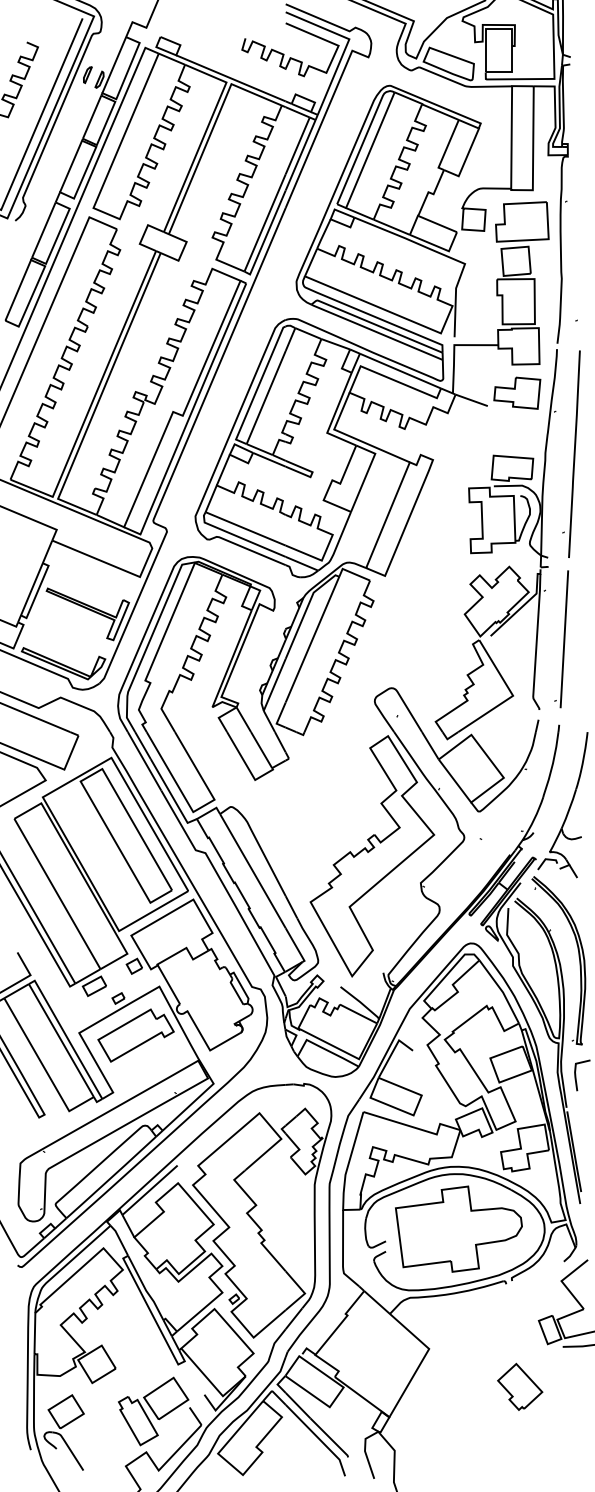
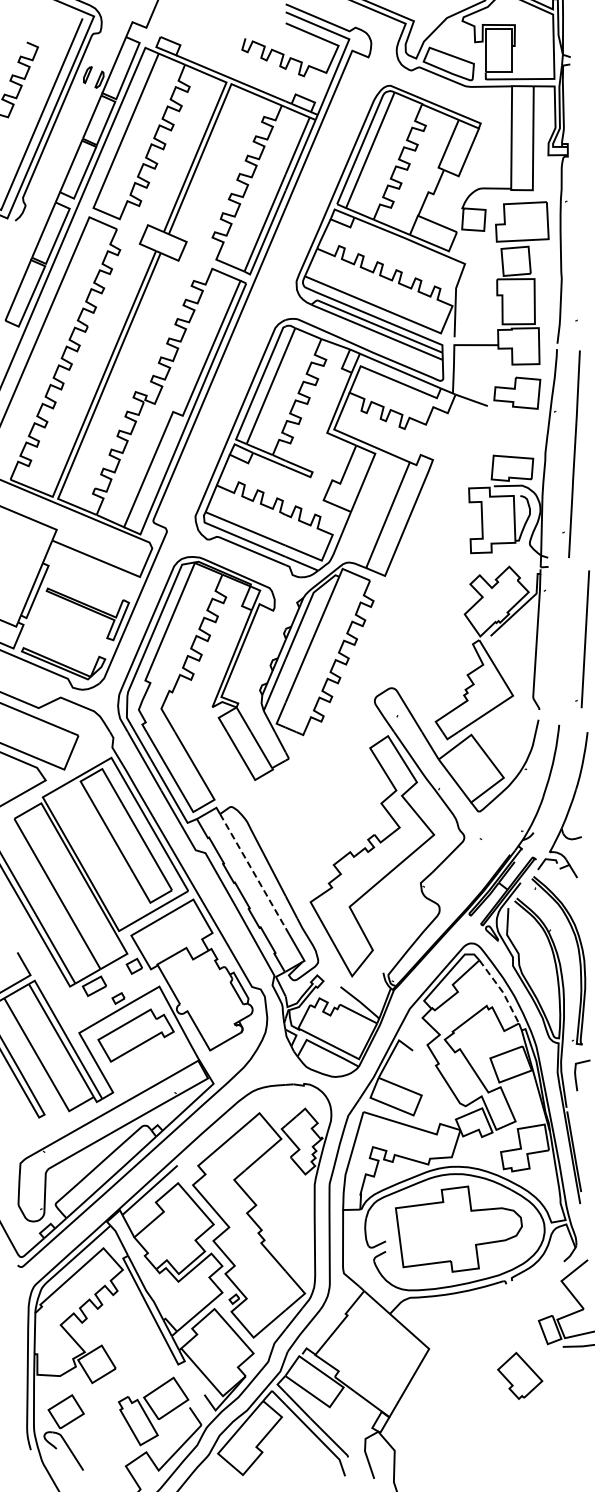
part at (561, 639) position: (561, 639) -> (582, 639)
line at (252, 871): solid -> dashed
line at (501, 990): solid -> dashed
part at (520, 1386) position: (520, 1386) -> (520, 1375)
